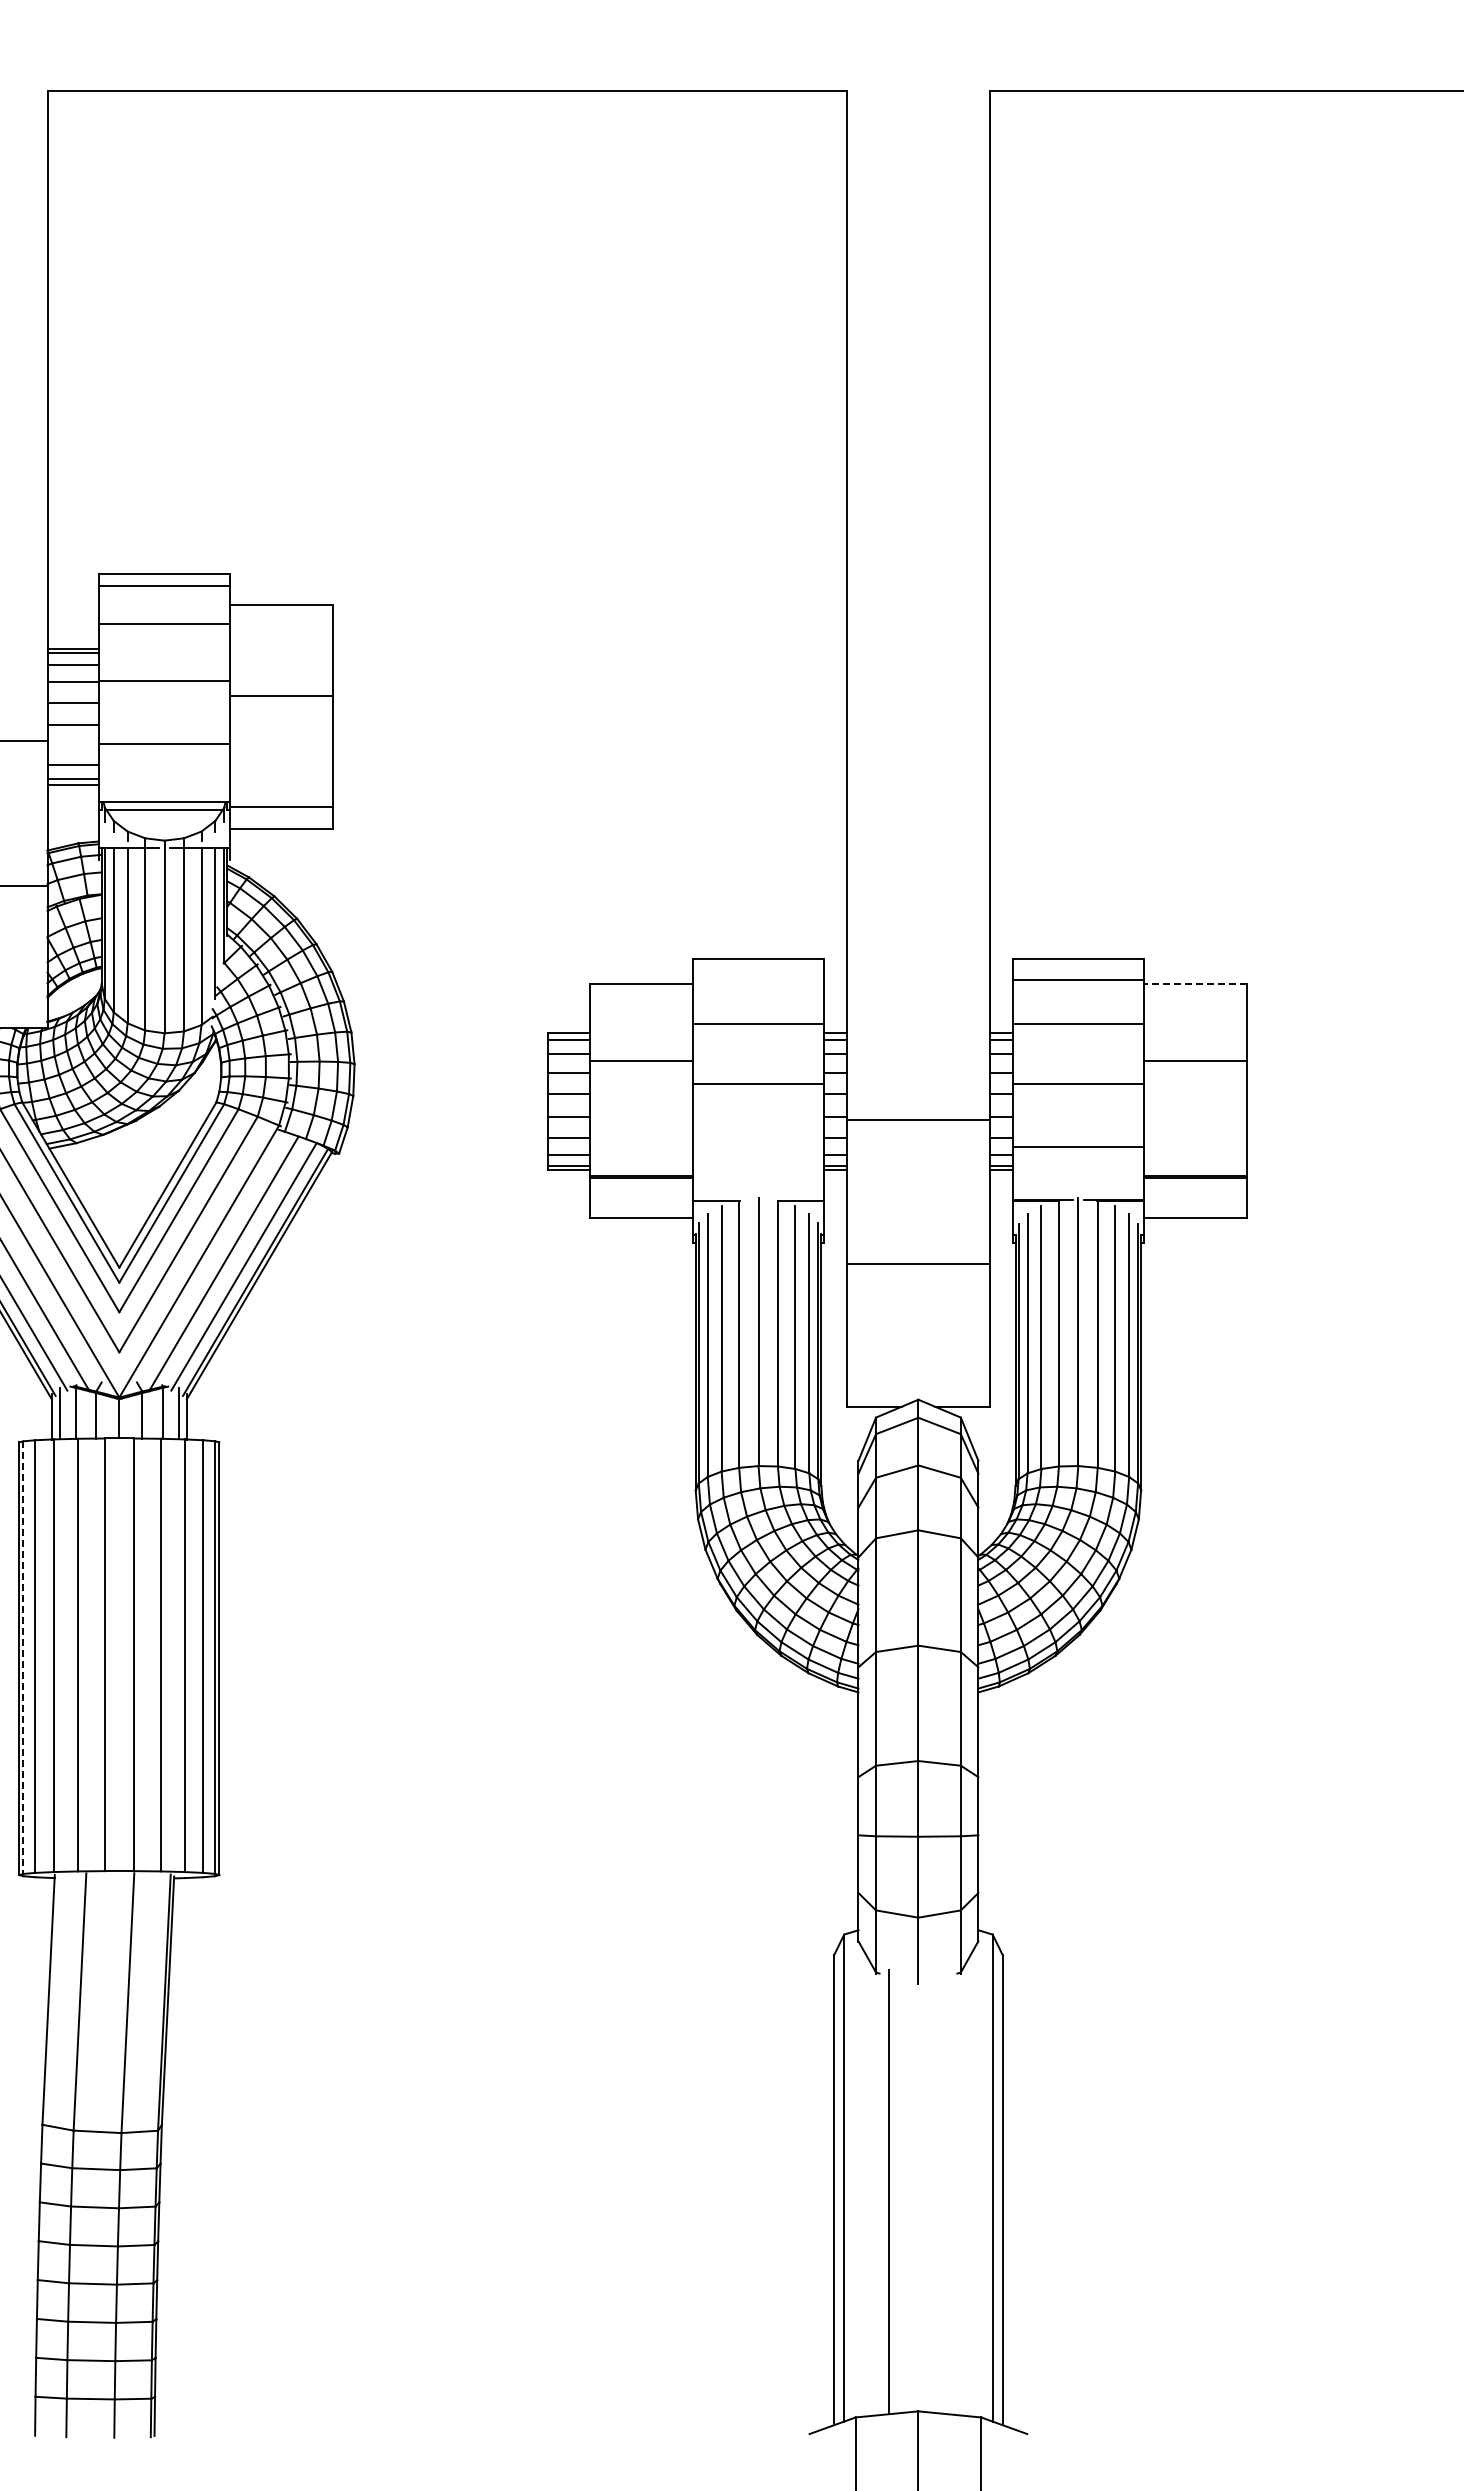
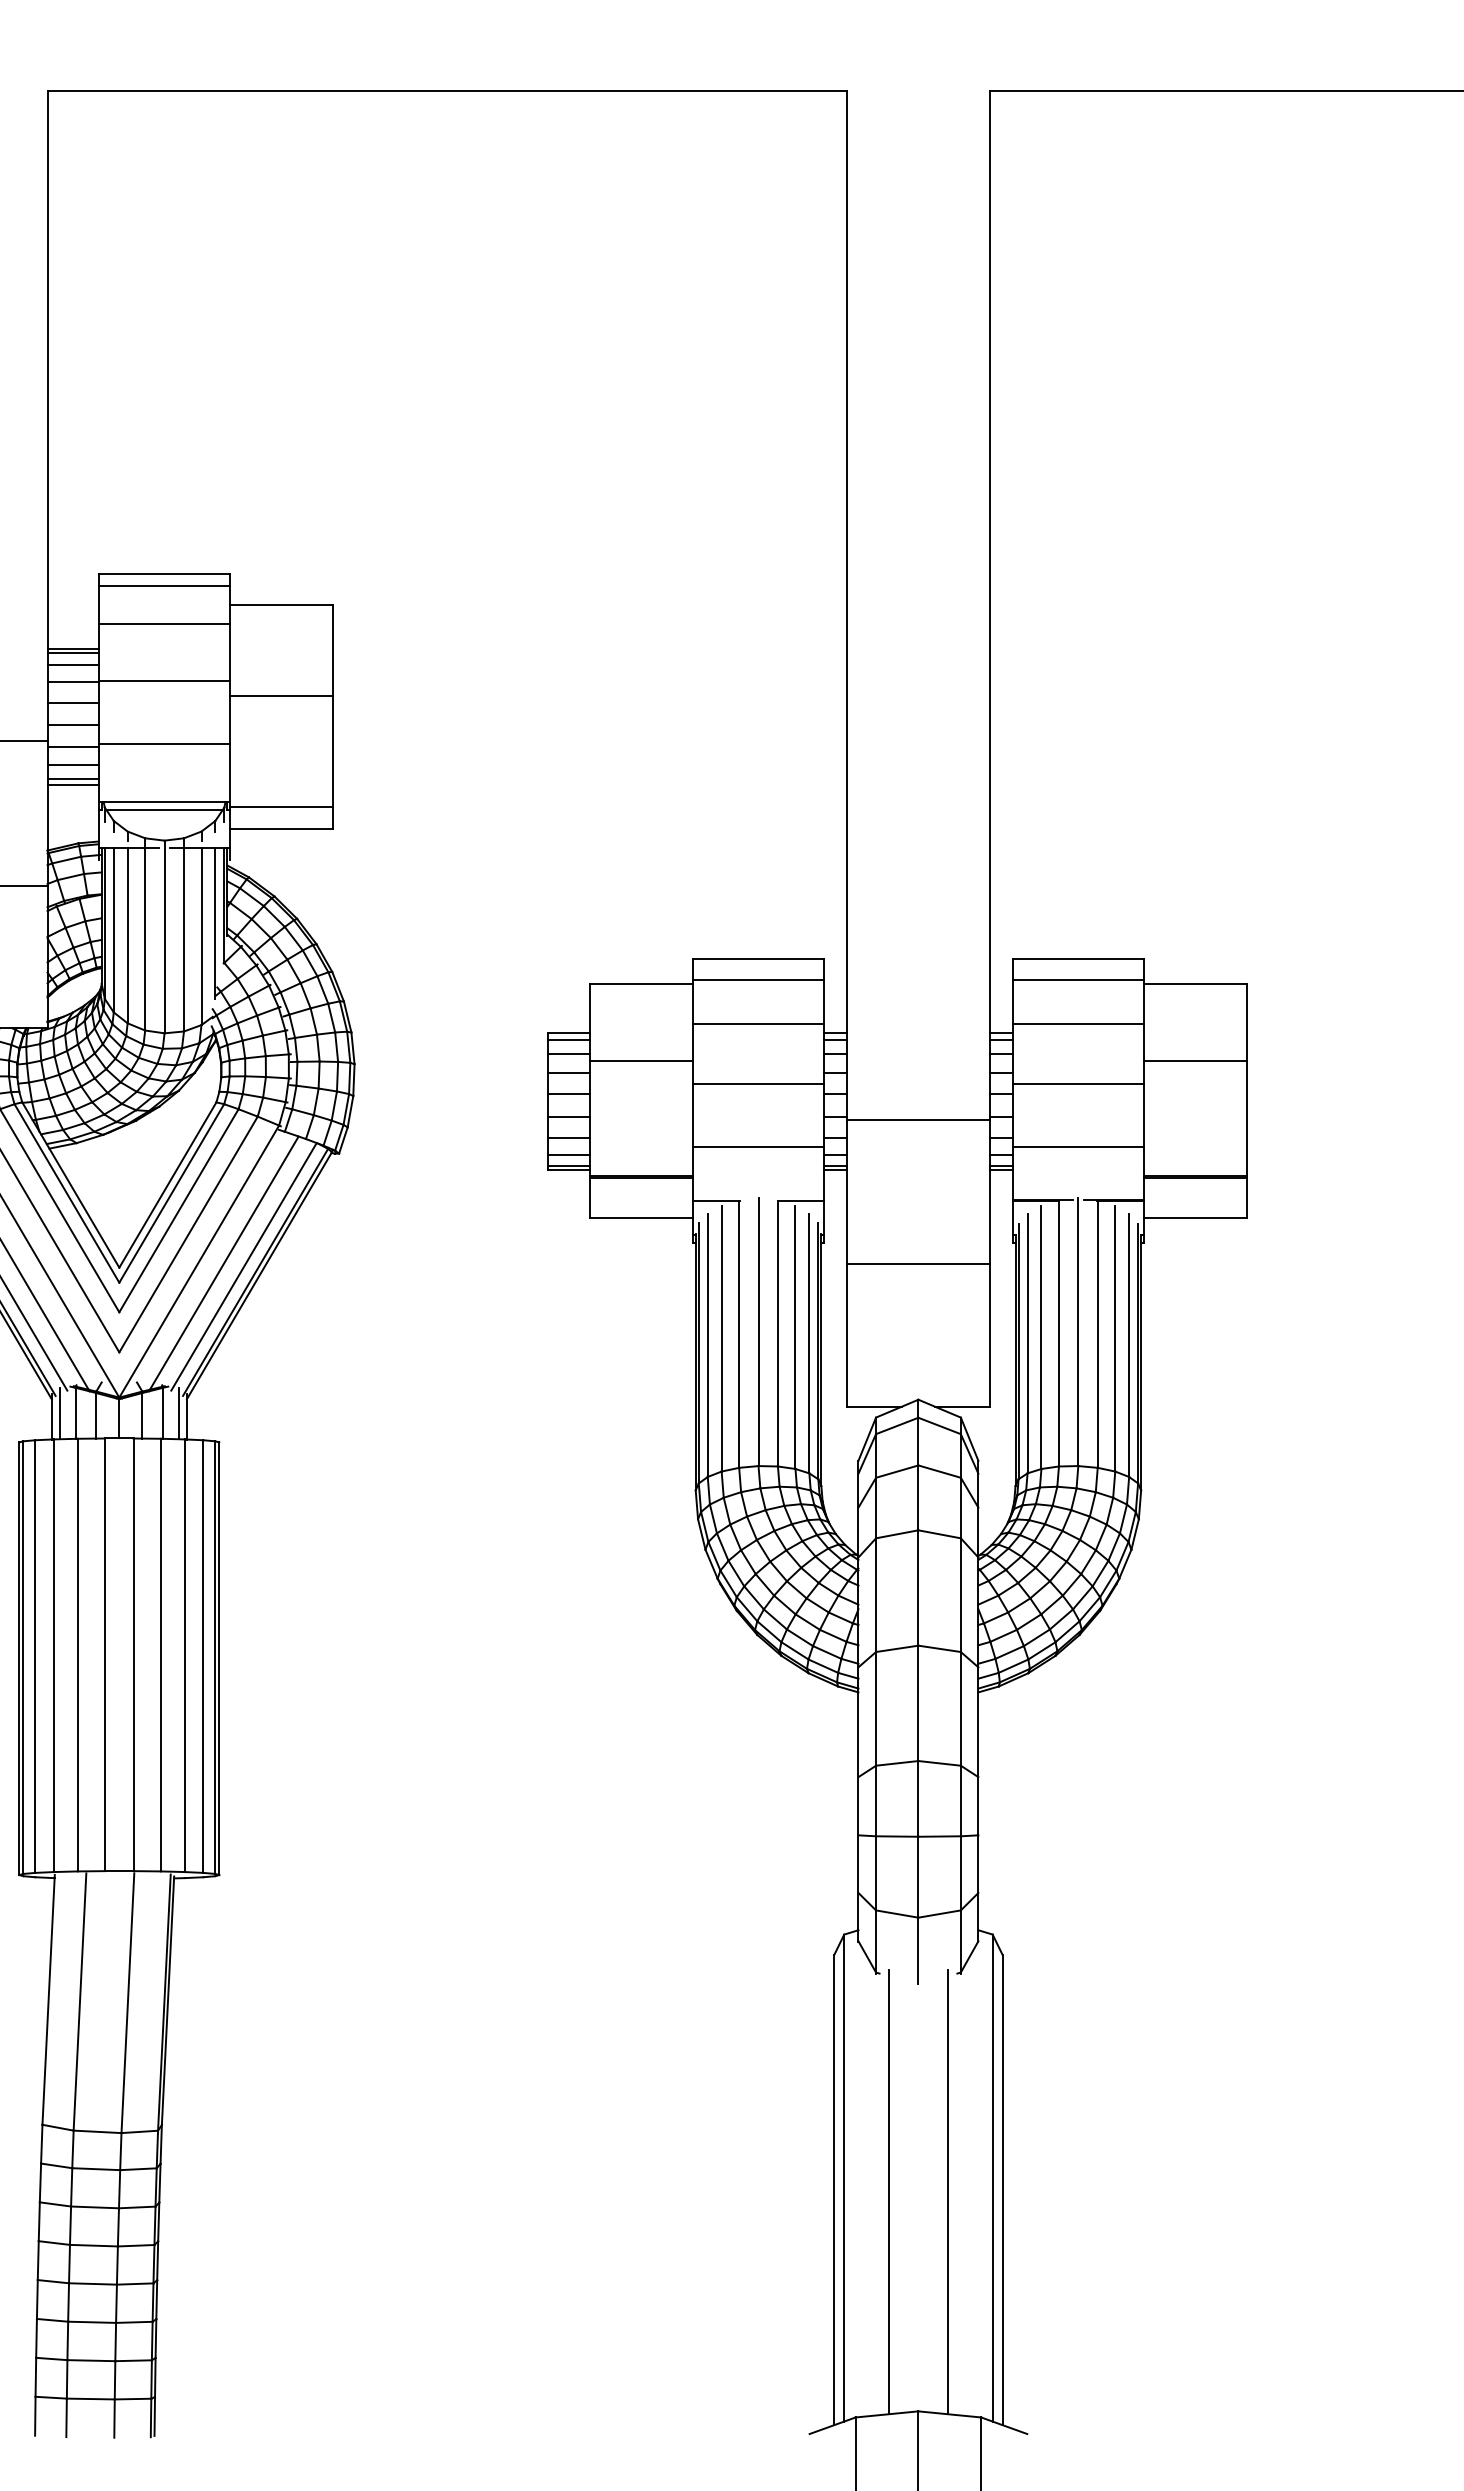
line at (72, 747): none -> present
line at (758, 979): none -> present
line at (1194, 984): dashed -> solid
line at (758, 1147): none -> present
line at (23, 1658): dashed -> solid
line at (947, 2192): none -> present
